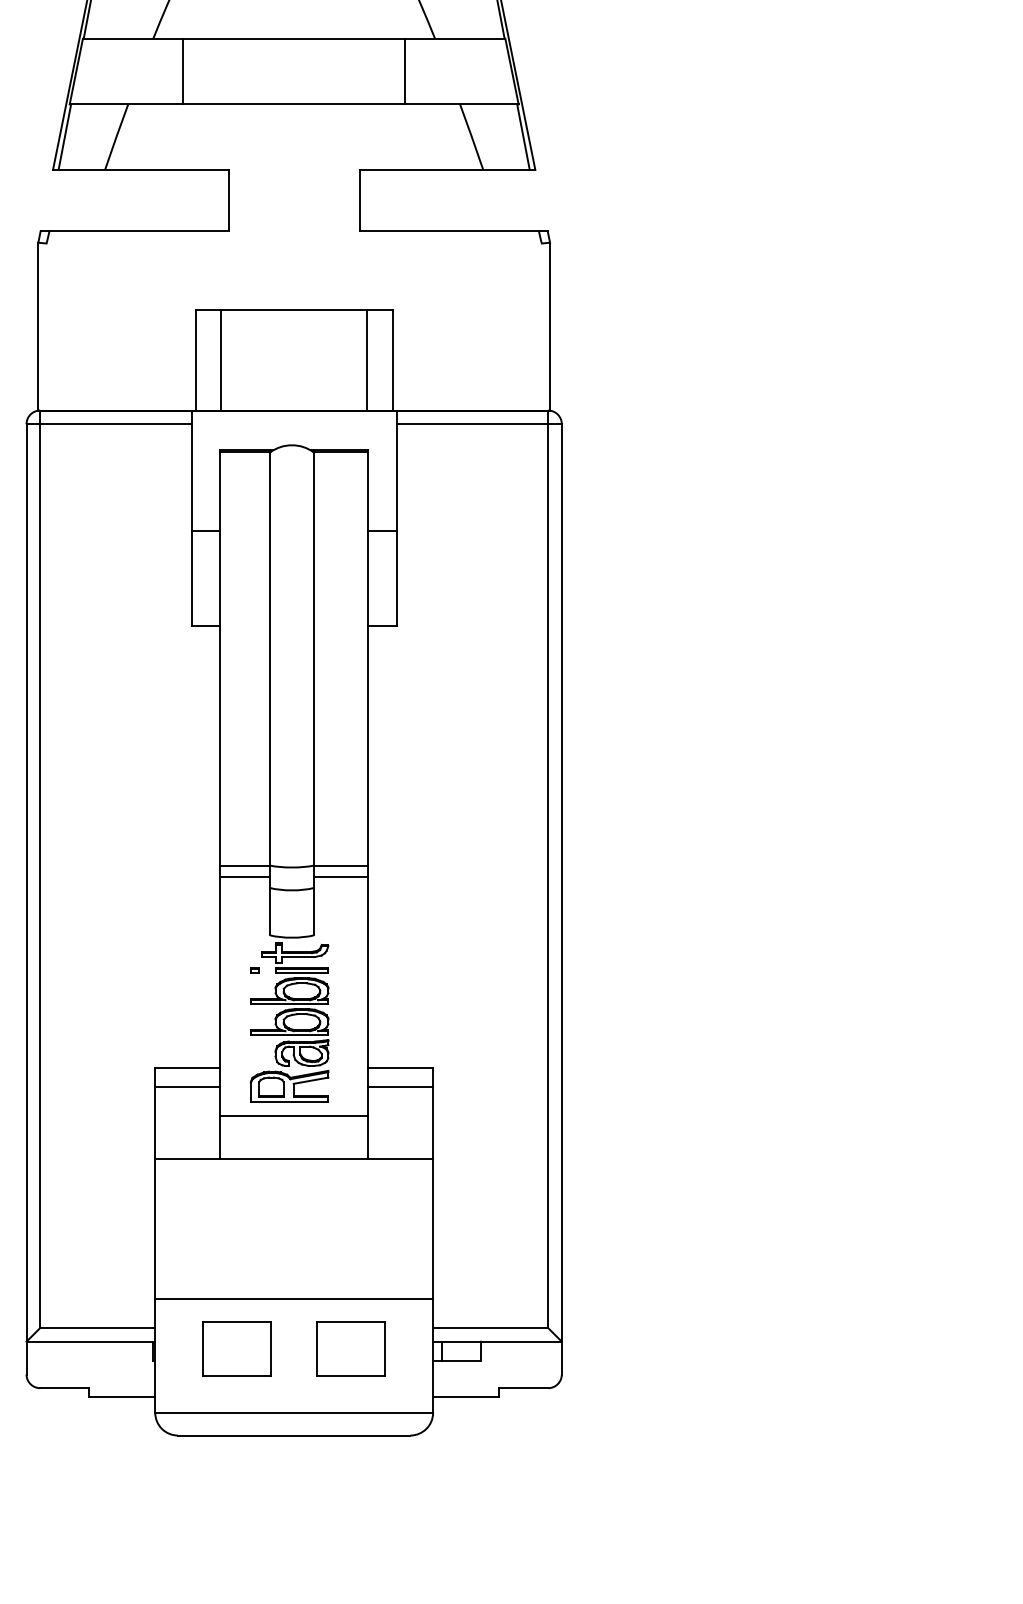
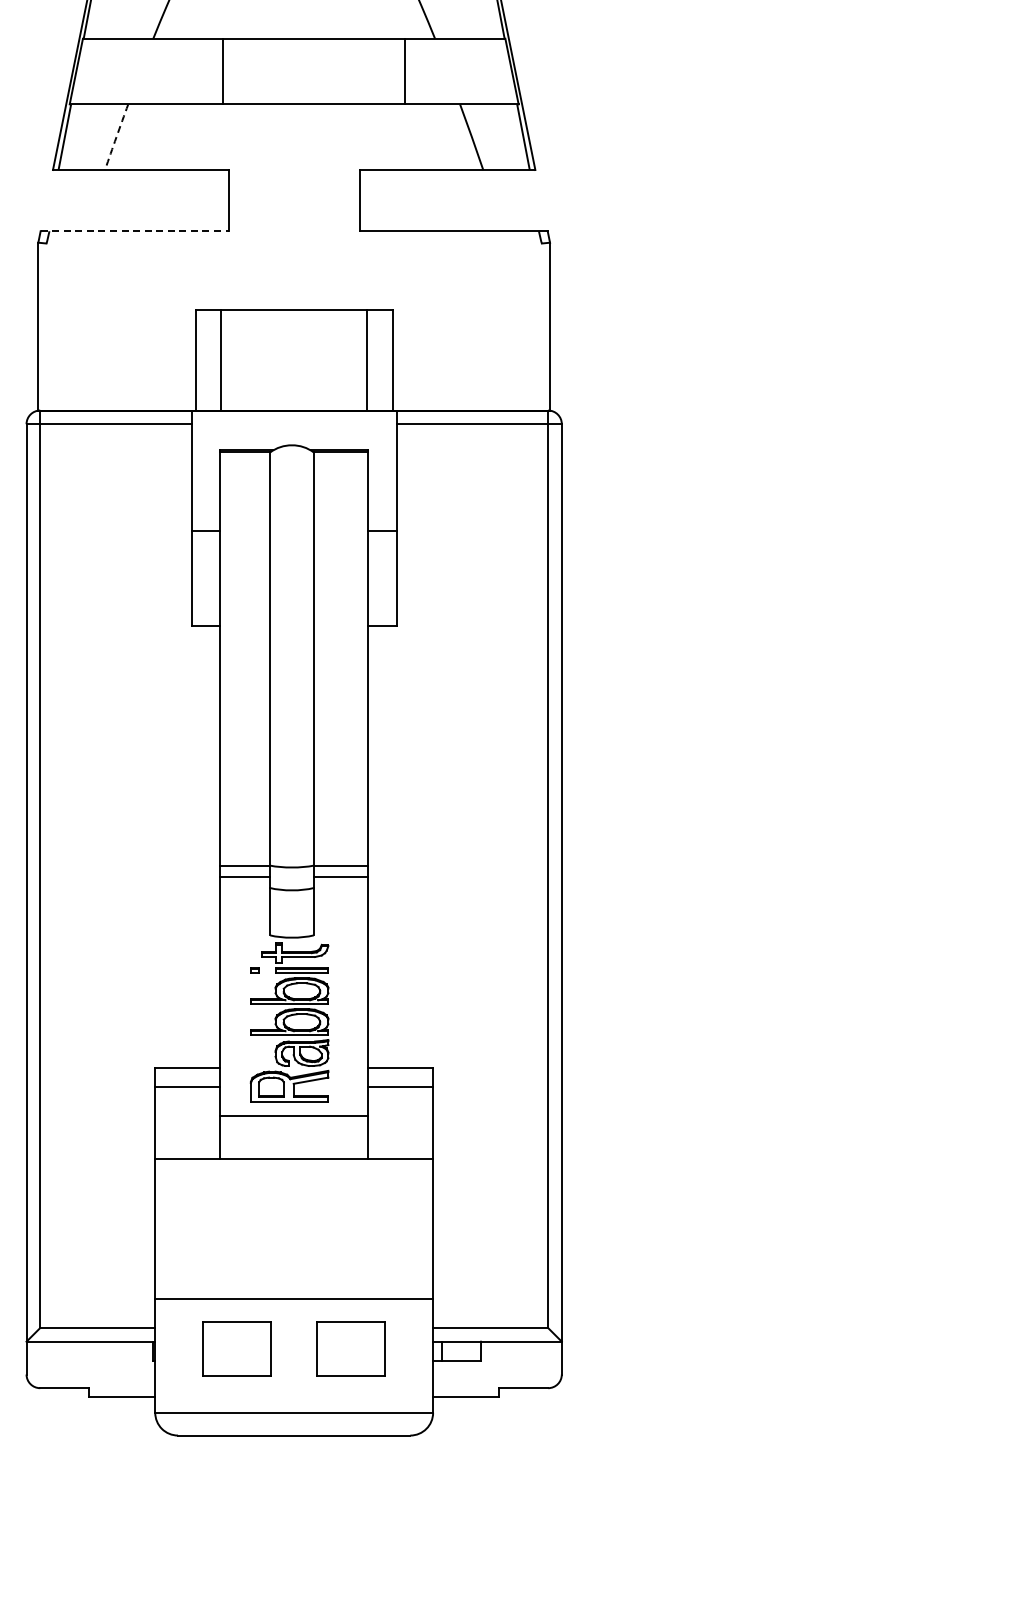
line at (183, 71) position: (183, 71) -> (223, 71)
arc at (116, 137): solid -> dashed
line at (134, 231): solid -> dashed
